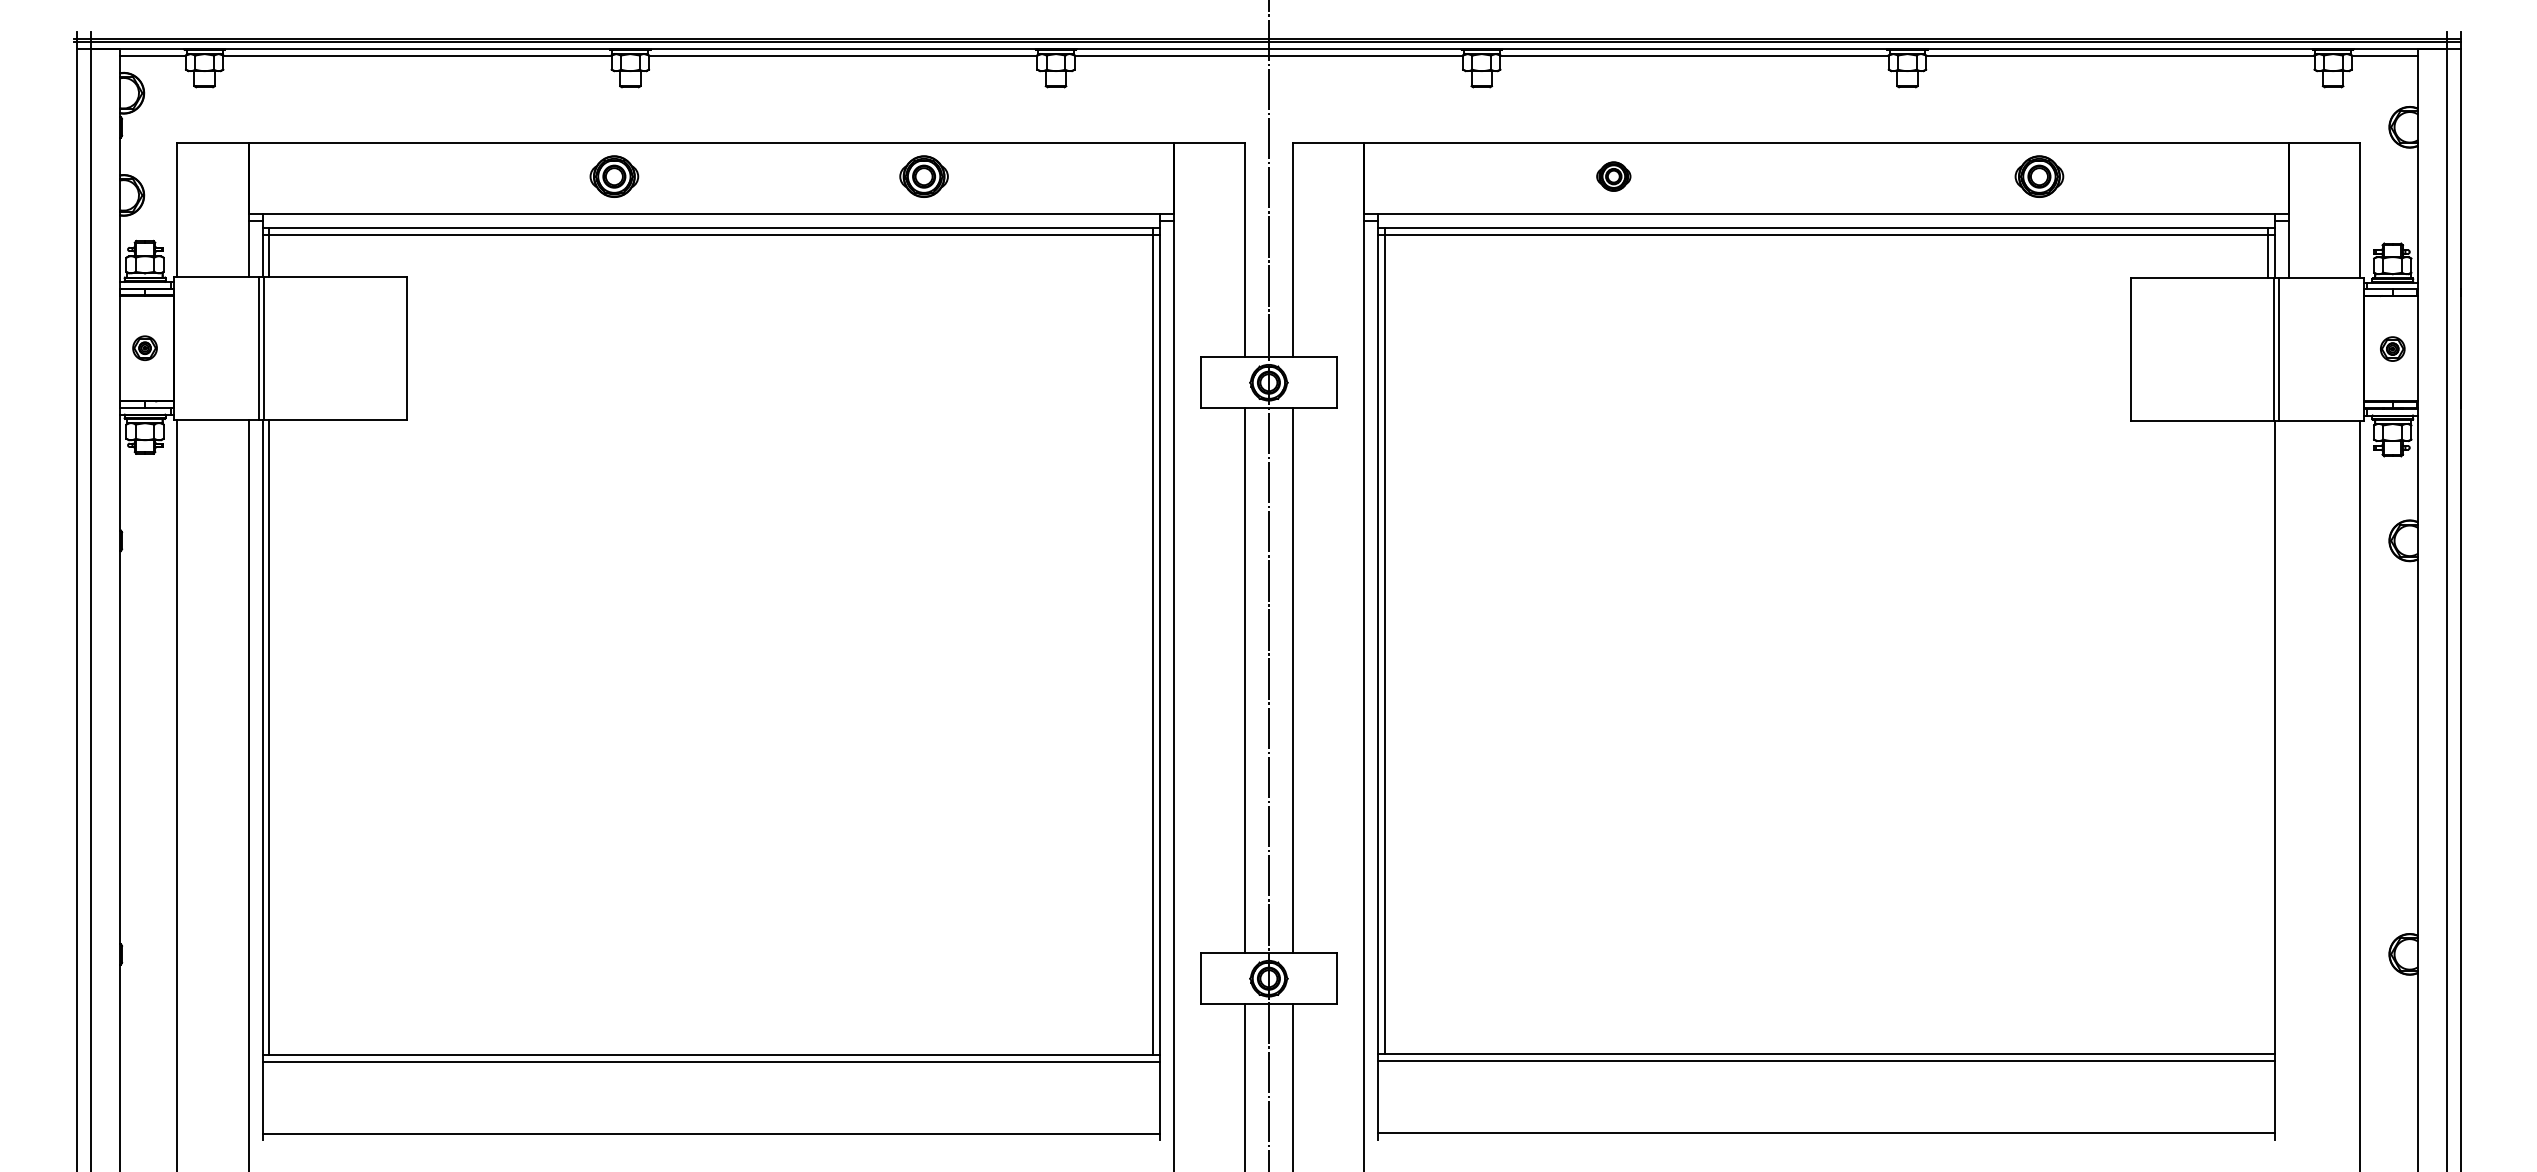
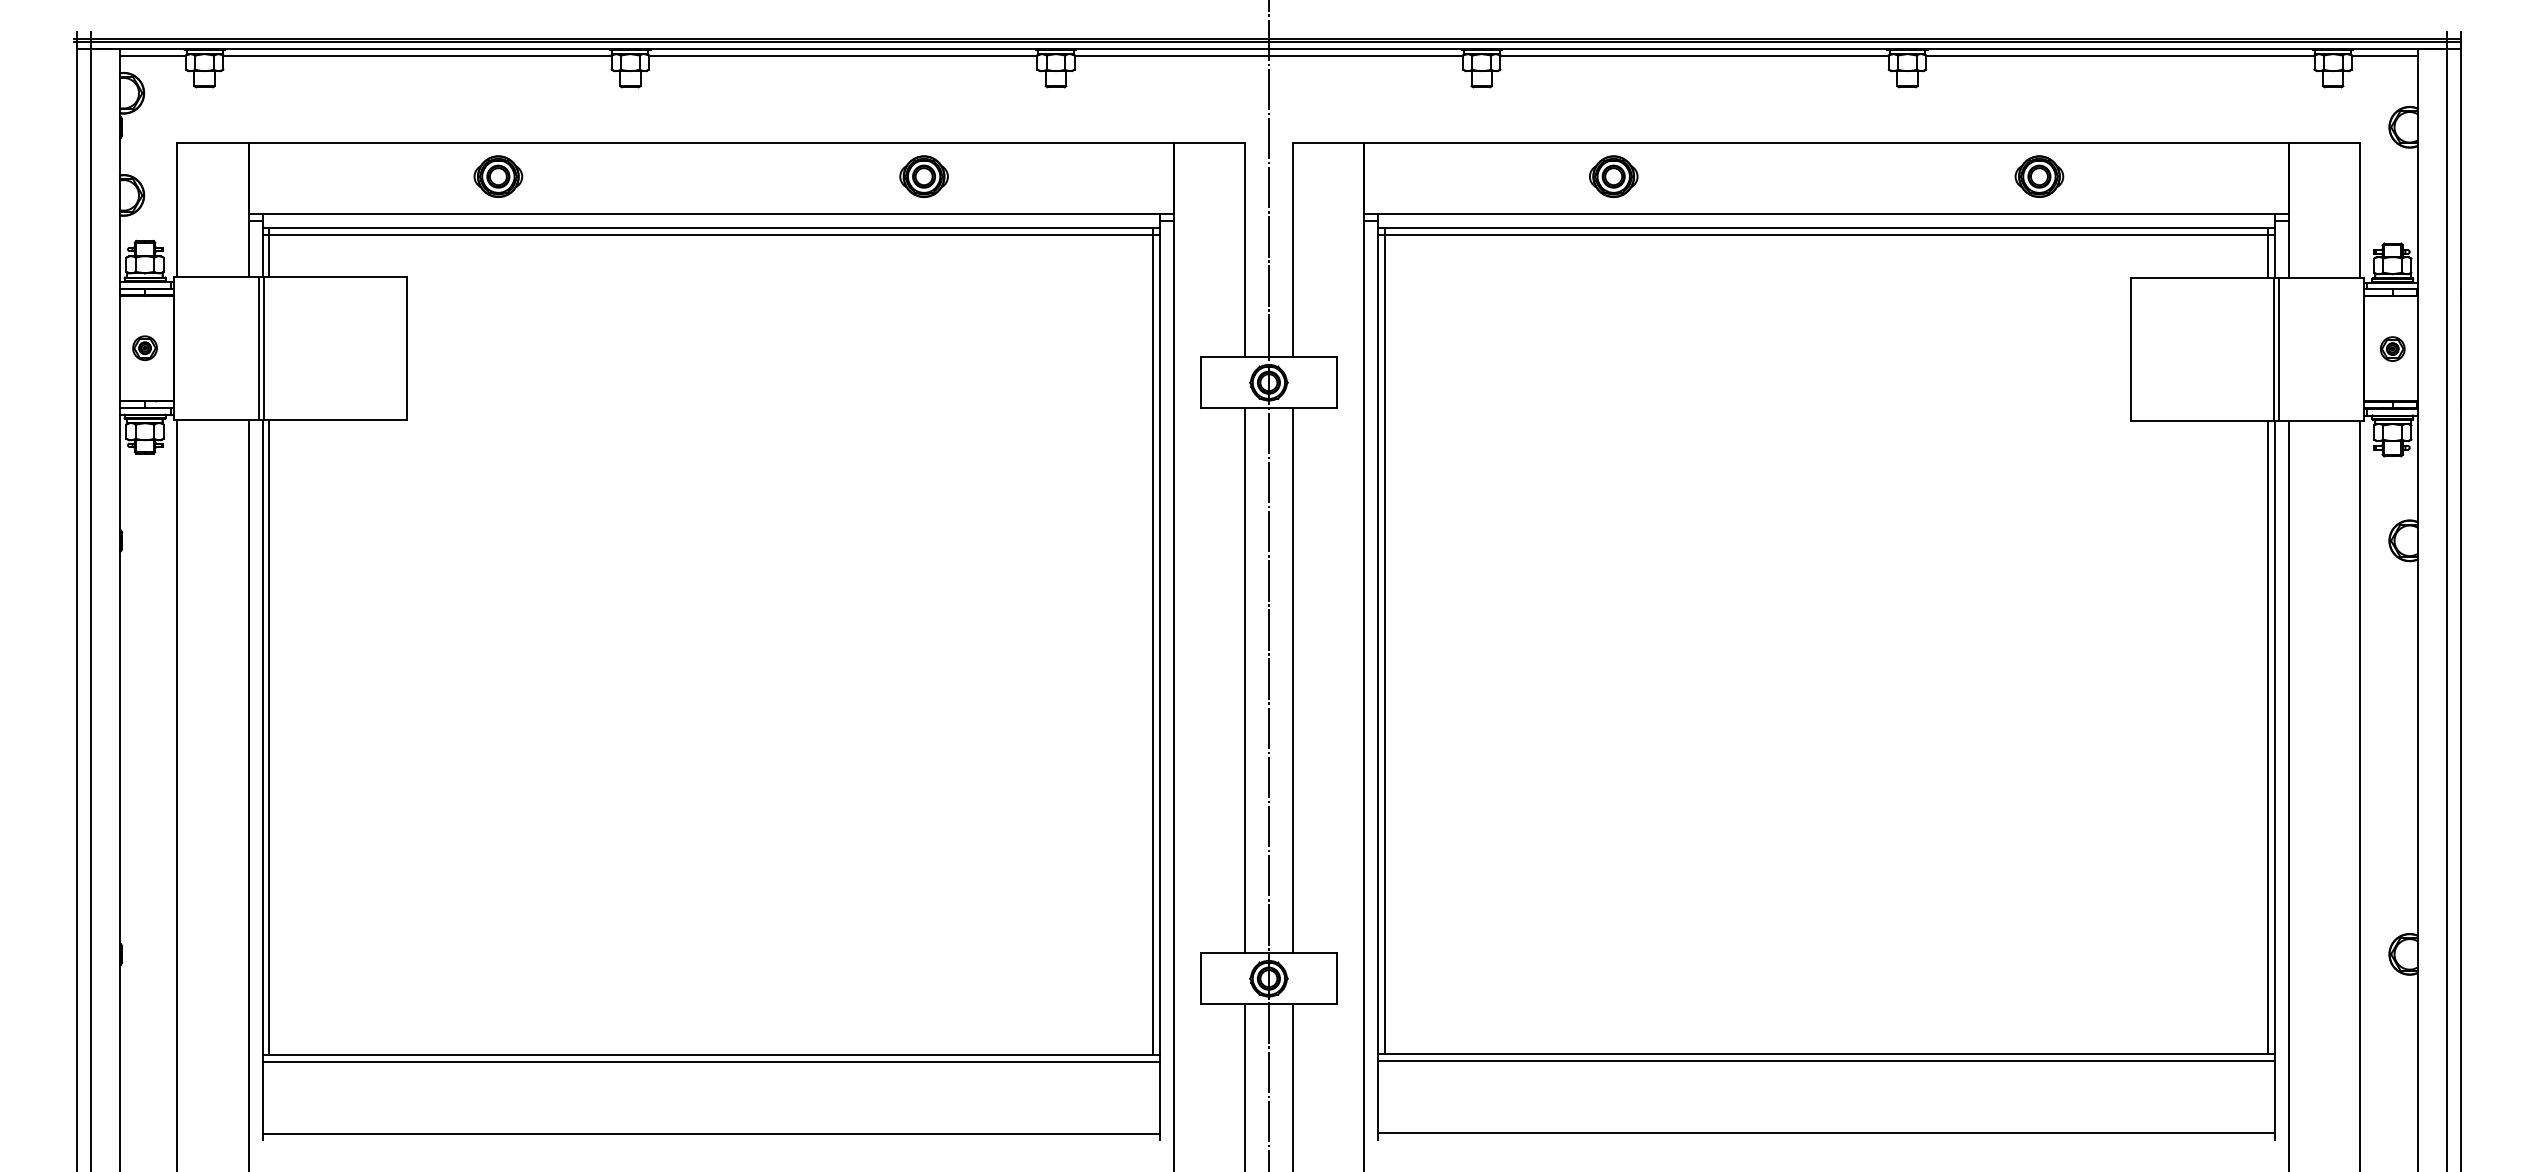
part at (614, 176) position: (614, 176) -> (498, 176)
part at (1613, 176) size: 36x31 px -> 50x43 px
line at (2268, 737): none -> present
line at (2288, 794): none -> present
